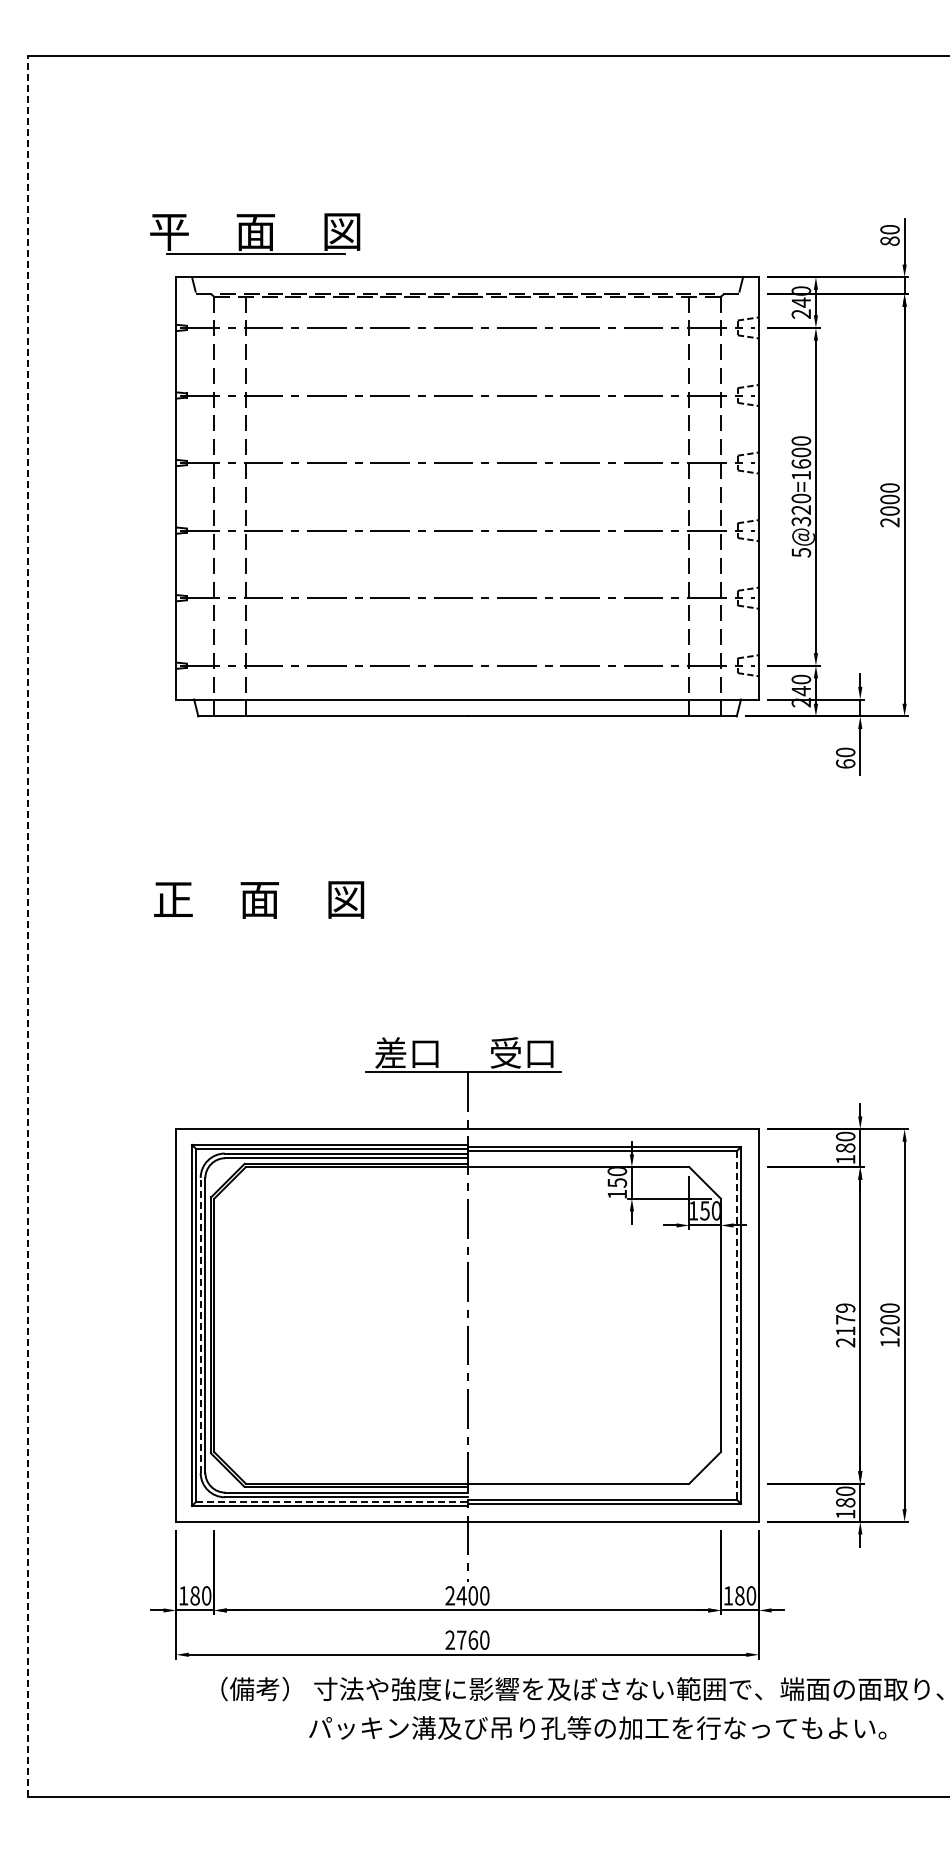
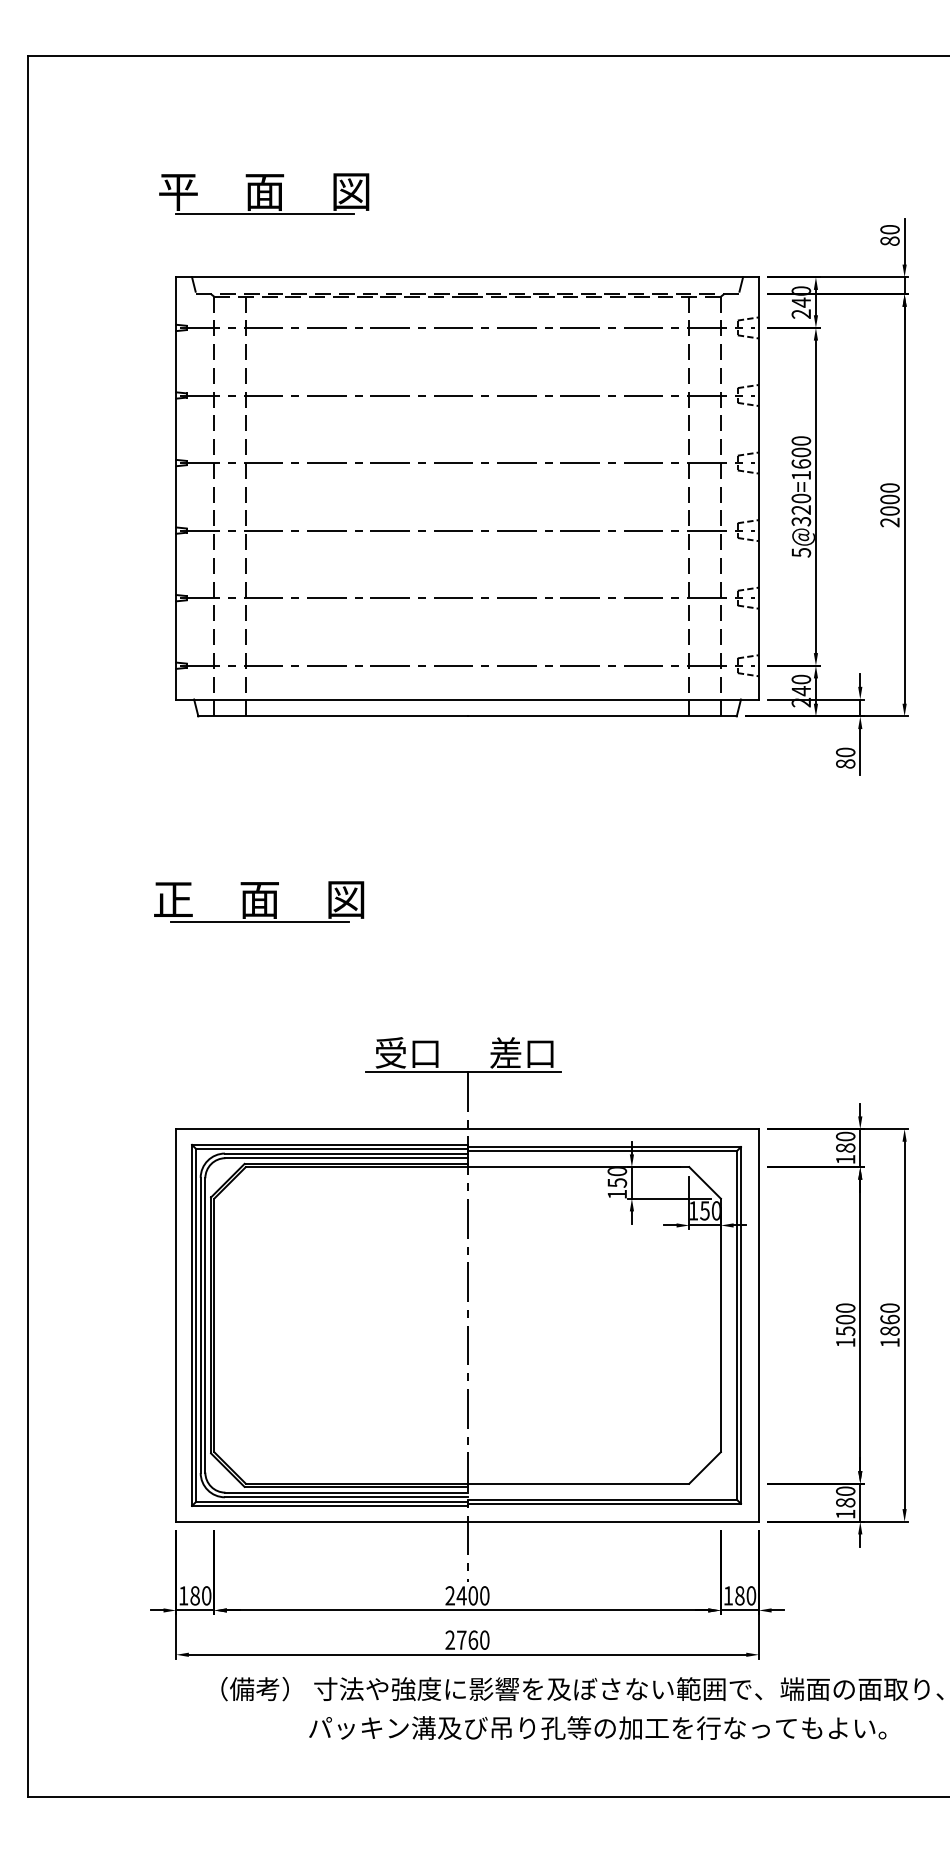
part at (255, 233) position: (255, 233) -> (264, 193)
text at (845, 763): 60 -> 80
line at (259, 921): none -> present
line at (28, 926): dashed -> solid
text at (390, 1052): 差口 -> 受口
text at (505, 1052): 受口 -> 差口
text at (889, 1324): 1200 -> 1860
line at (200, 1325): dashed -> solid
line at (736, 1325): dashed -> solid
text at (845, 1325): 2179 -> 1500
line at (331, 1501): dashed -> solid
